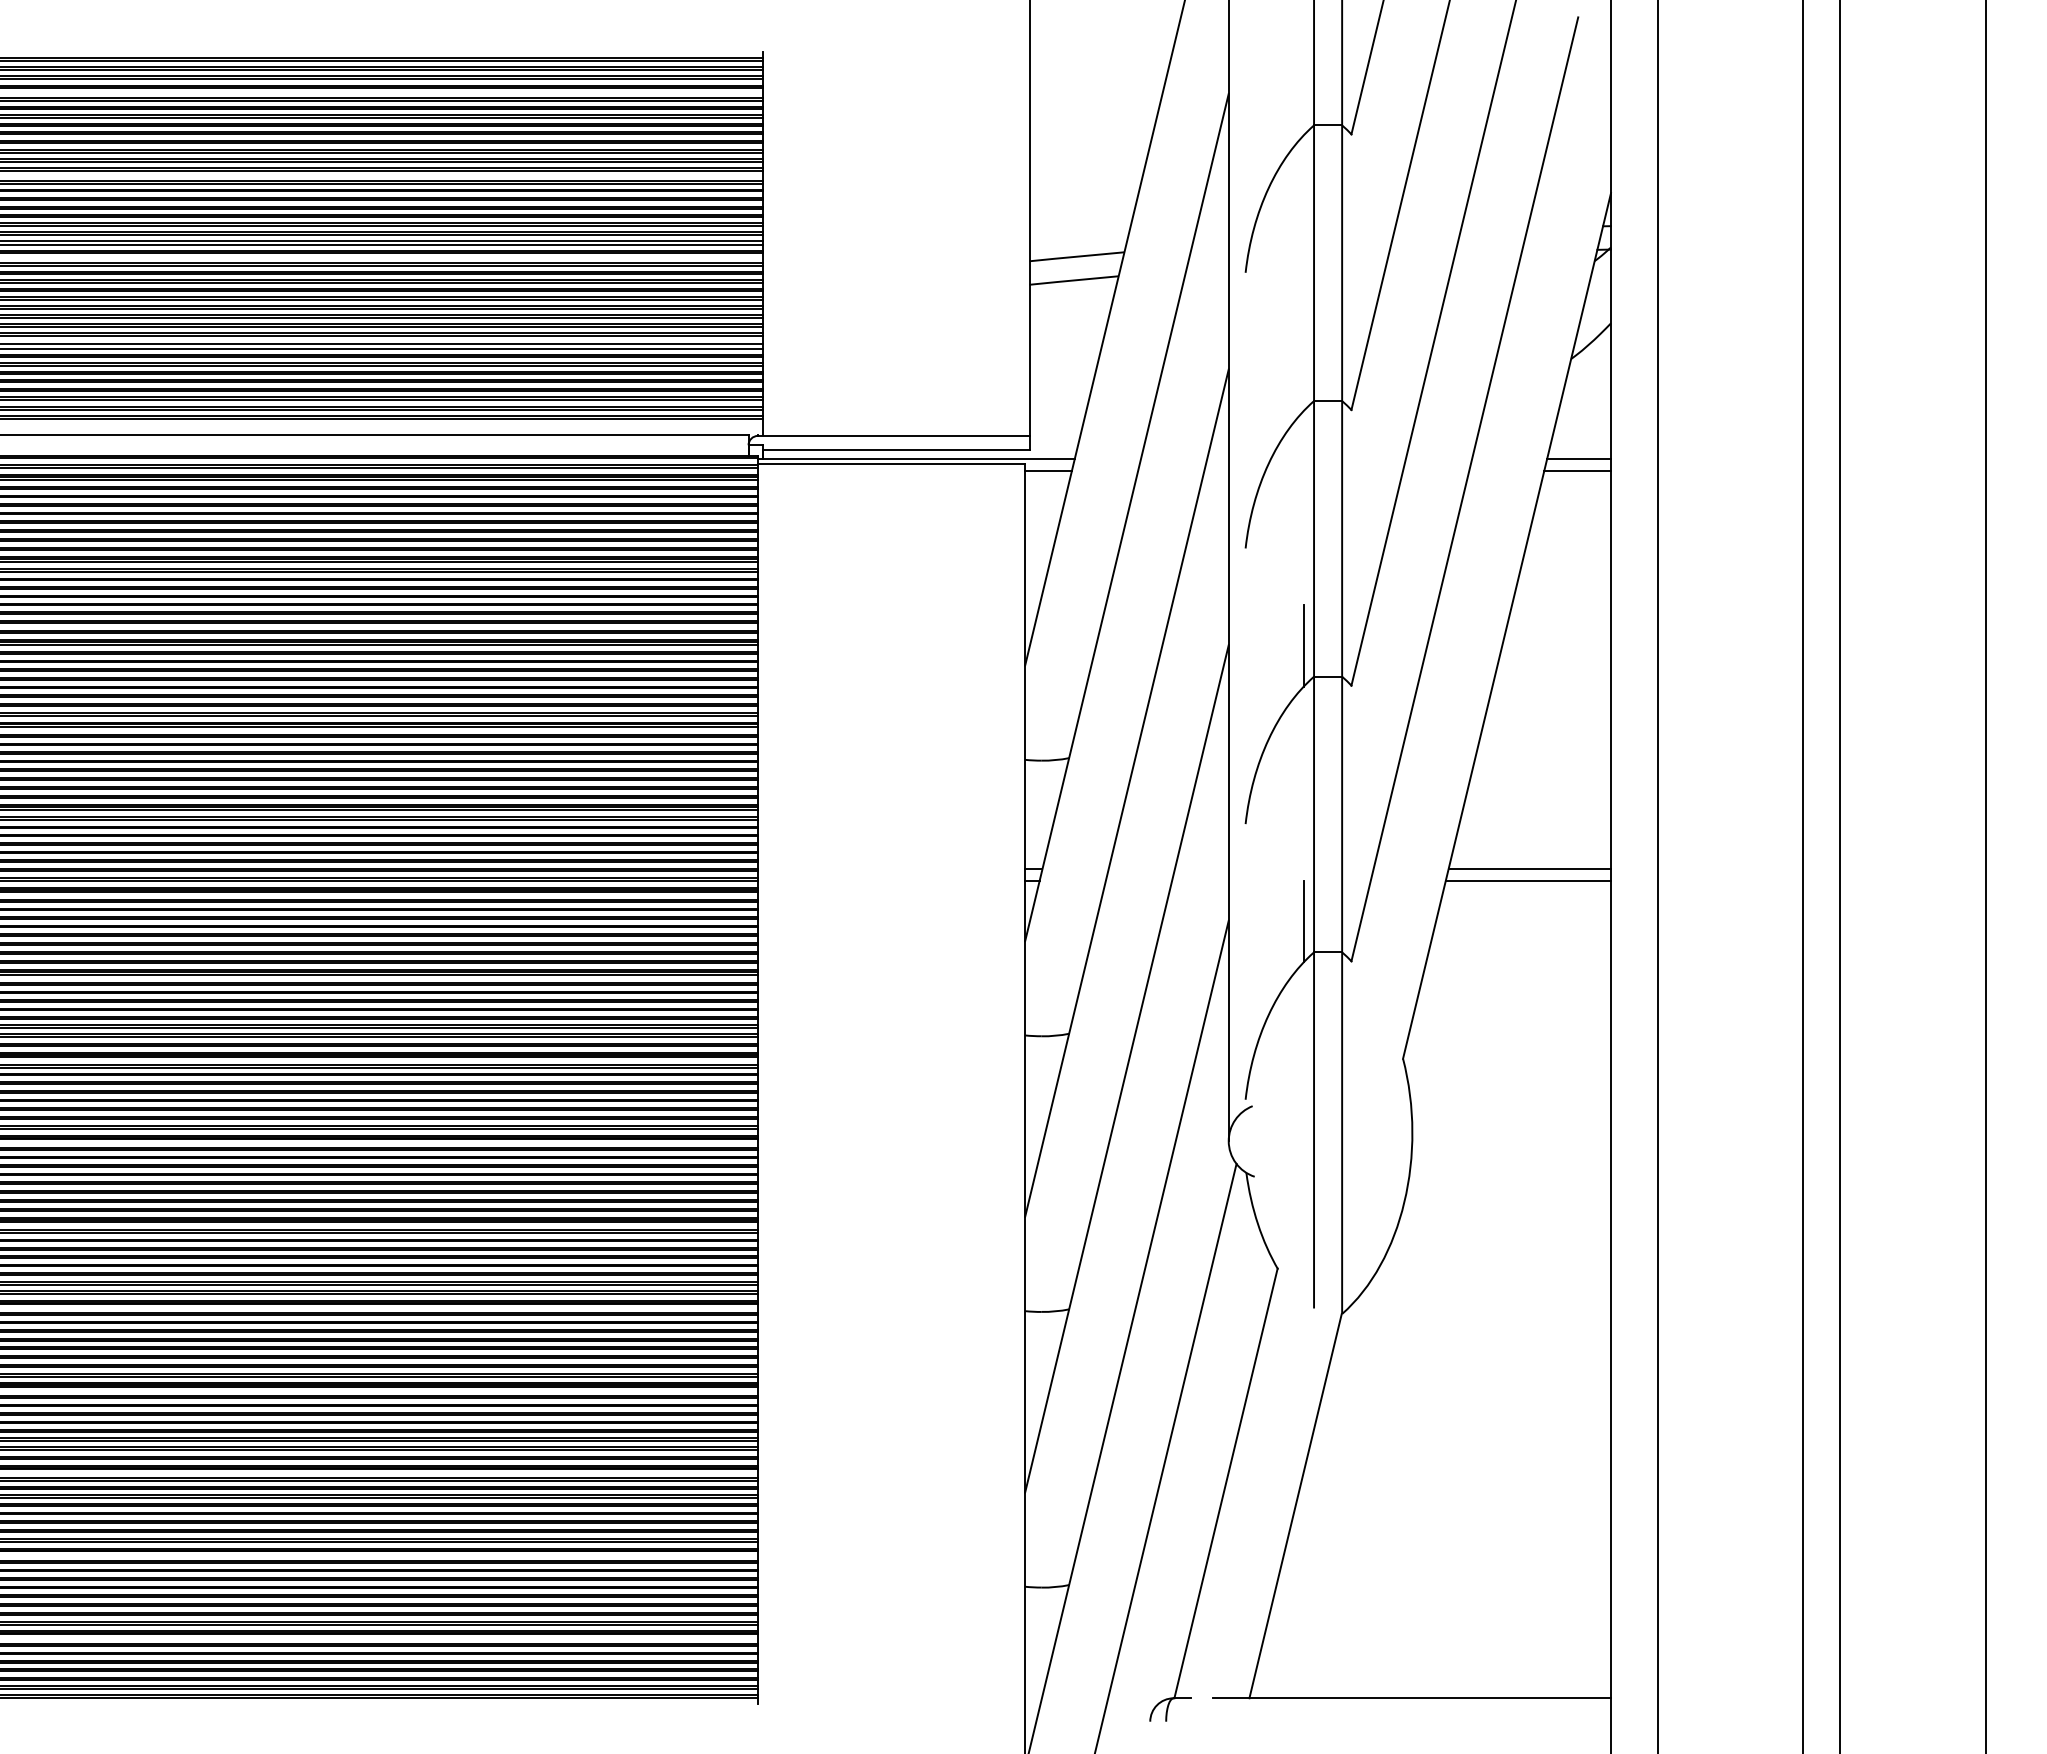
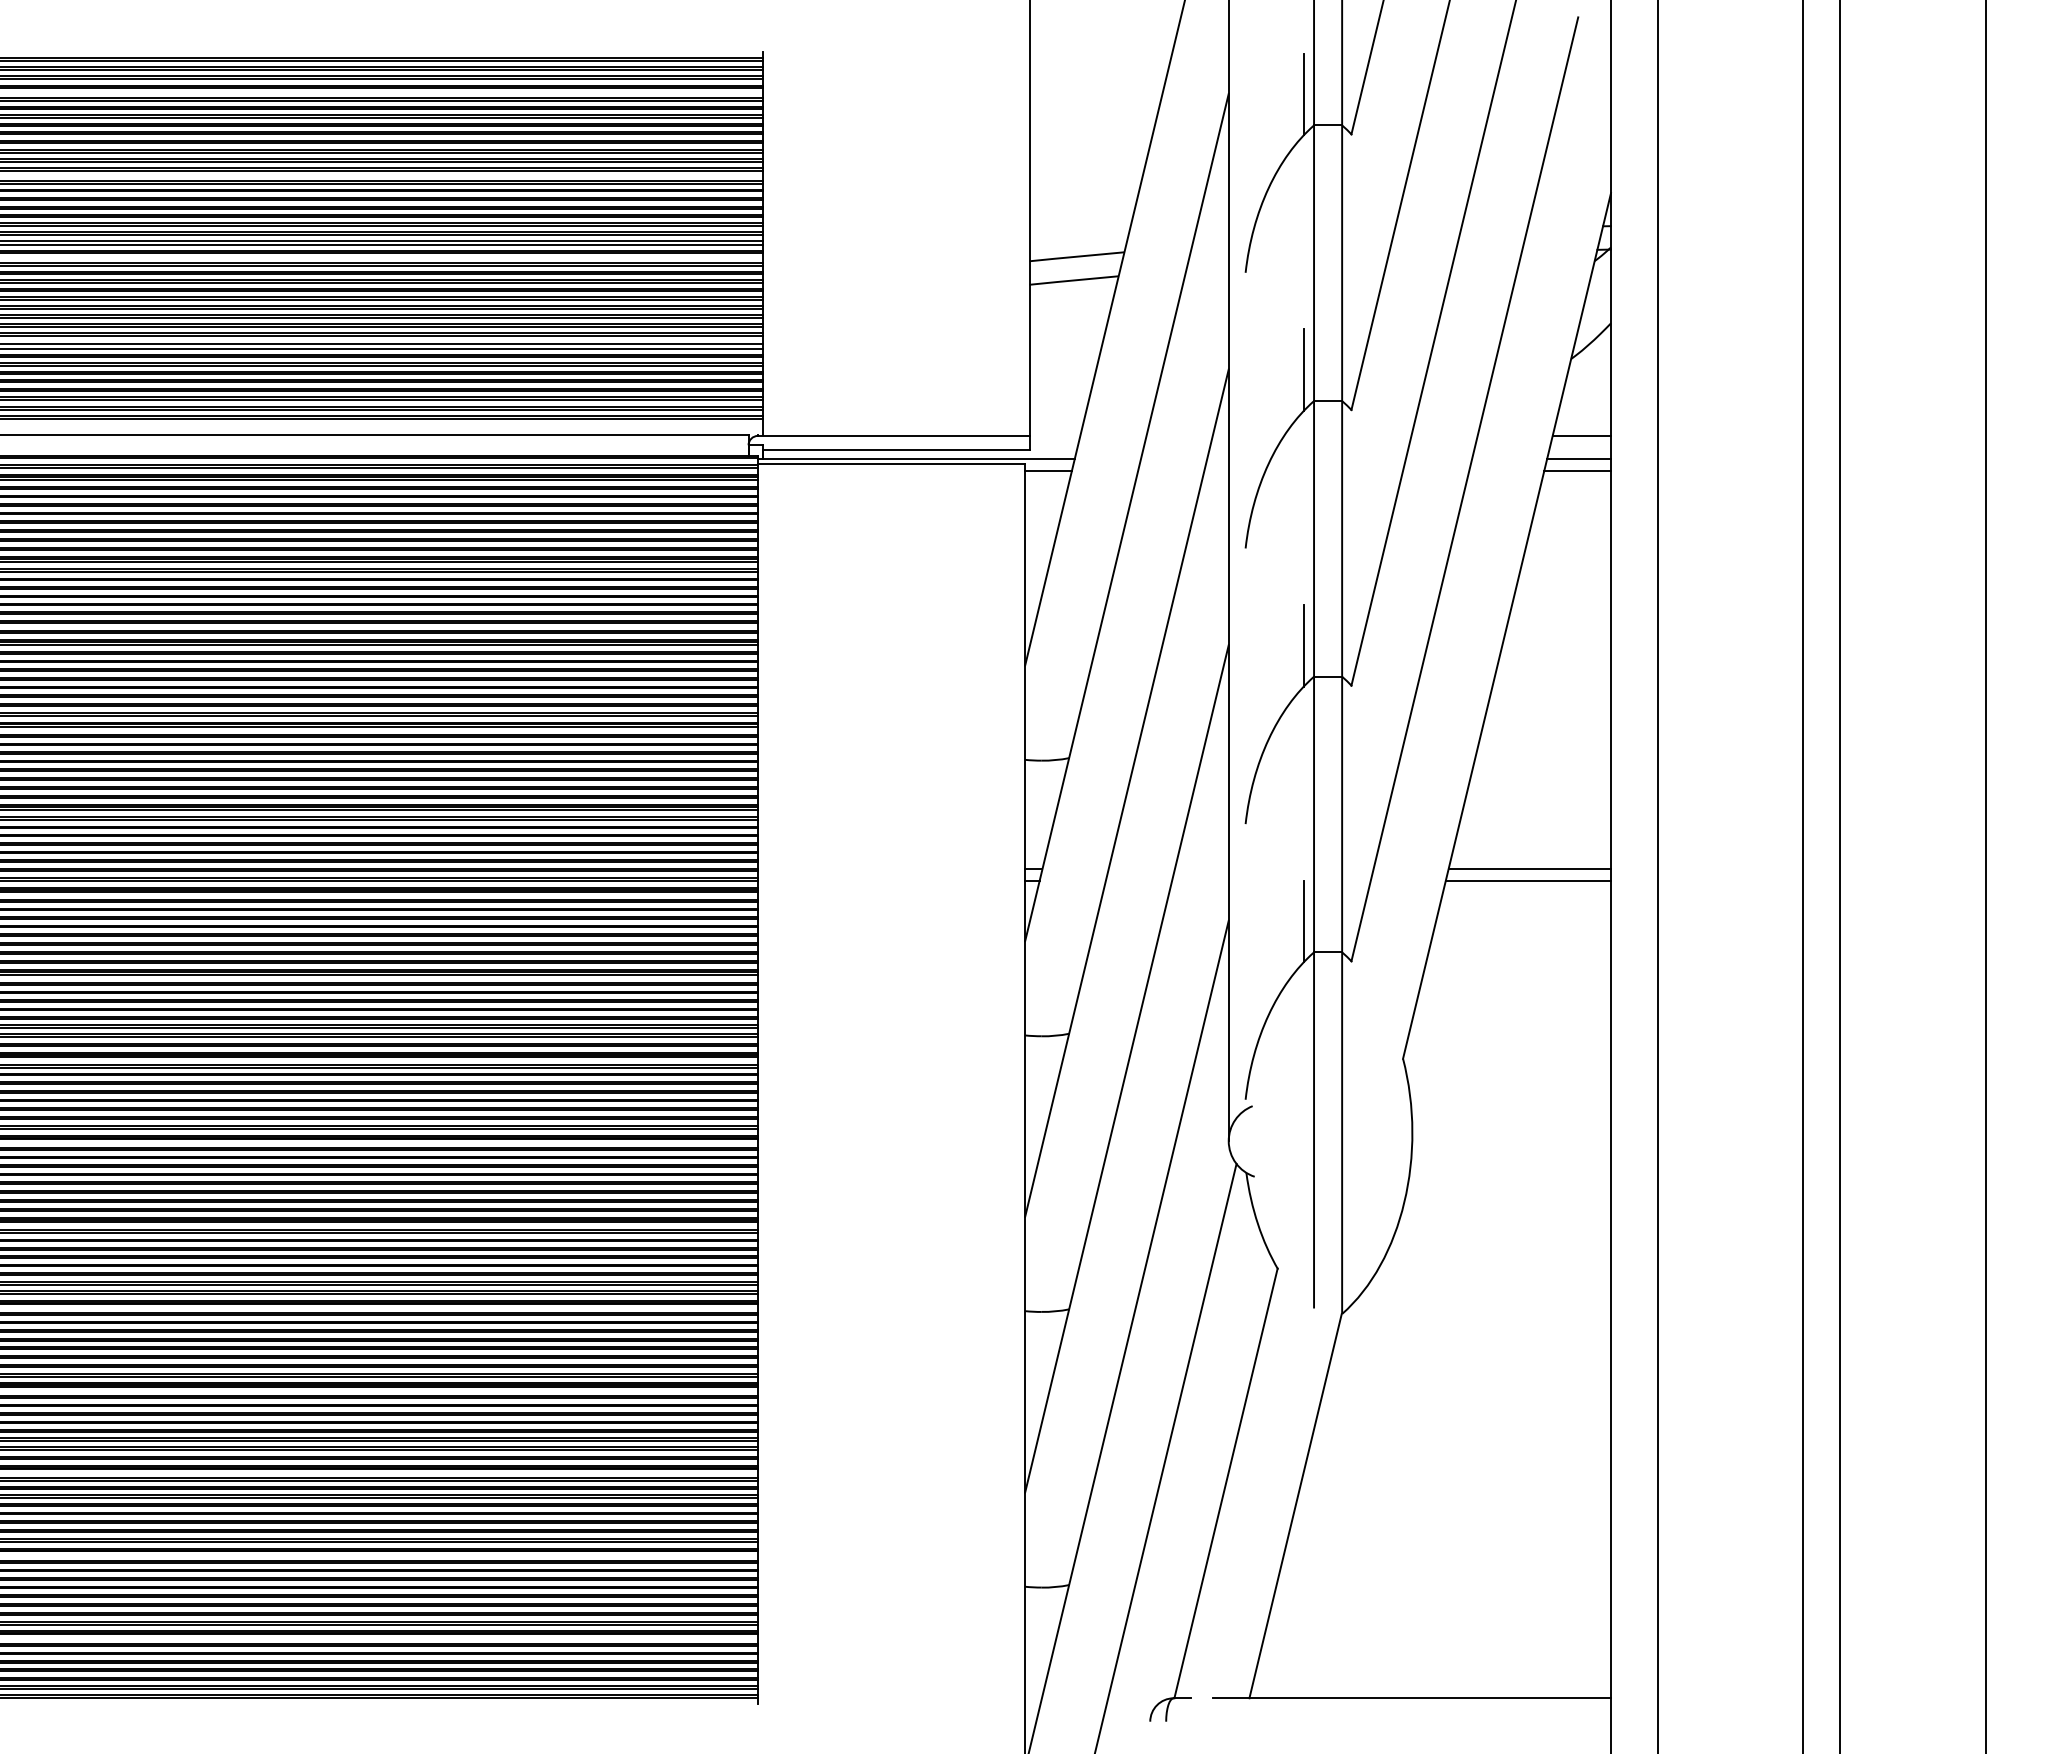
line at (1303, 94): none -> present
line at (1303, 370): none -> present
line at (1581, 436): none -> present
